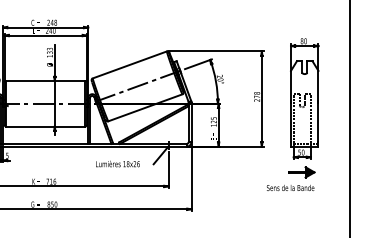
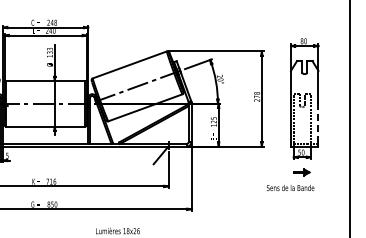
line at (318, 122): solid -> dashed
text at (117, 163) position: (117, 163) -> (117, 230)
part at (301, 172) size: 28x13 px -> 18x9 px
